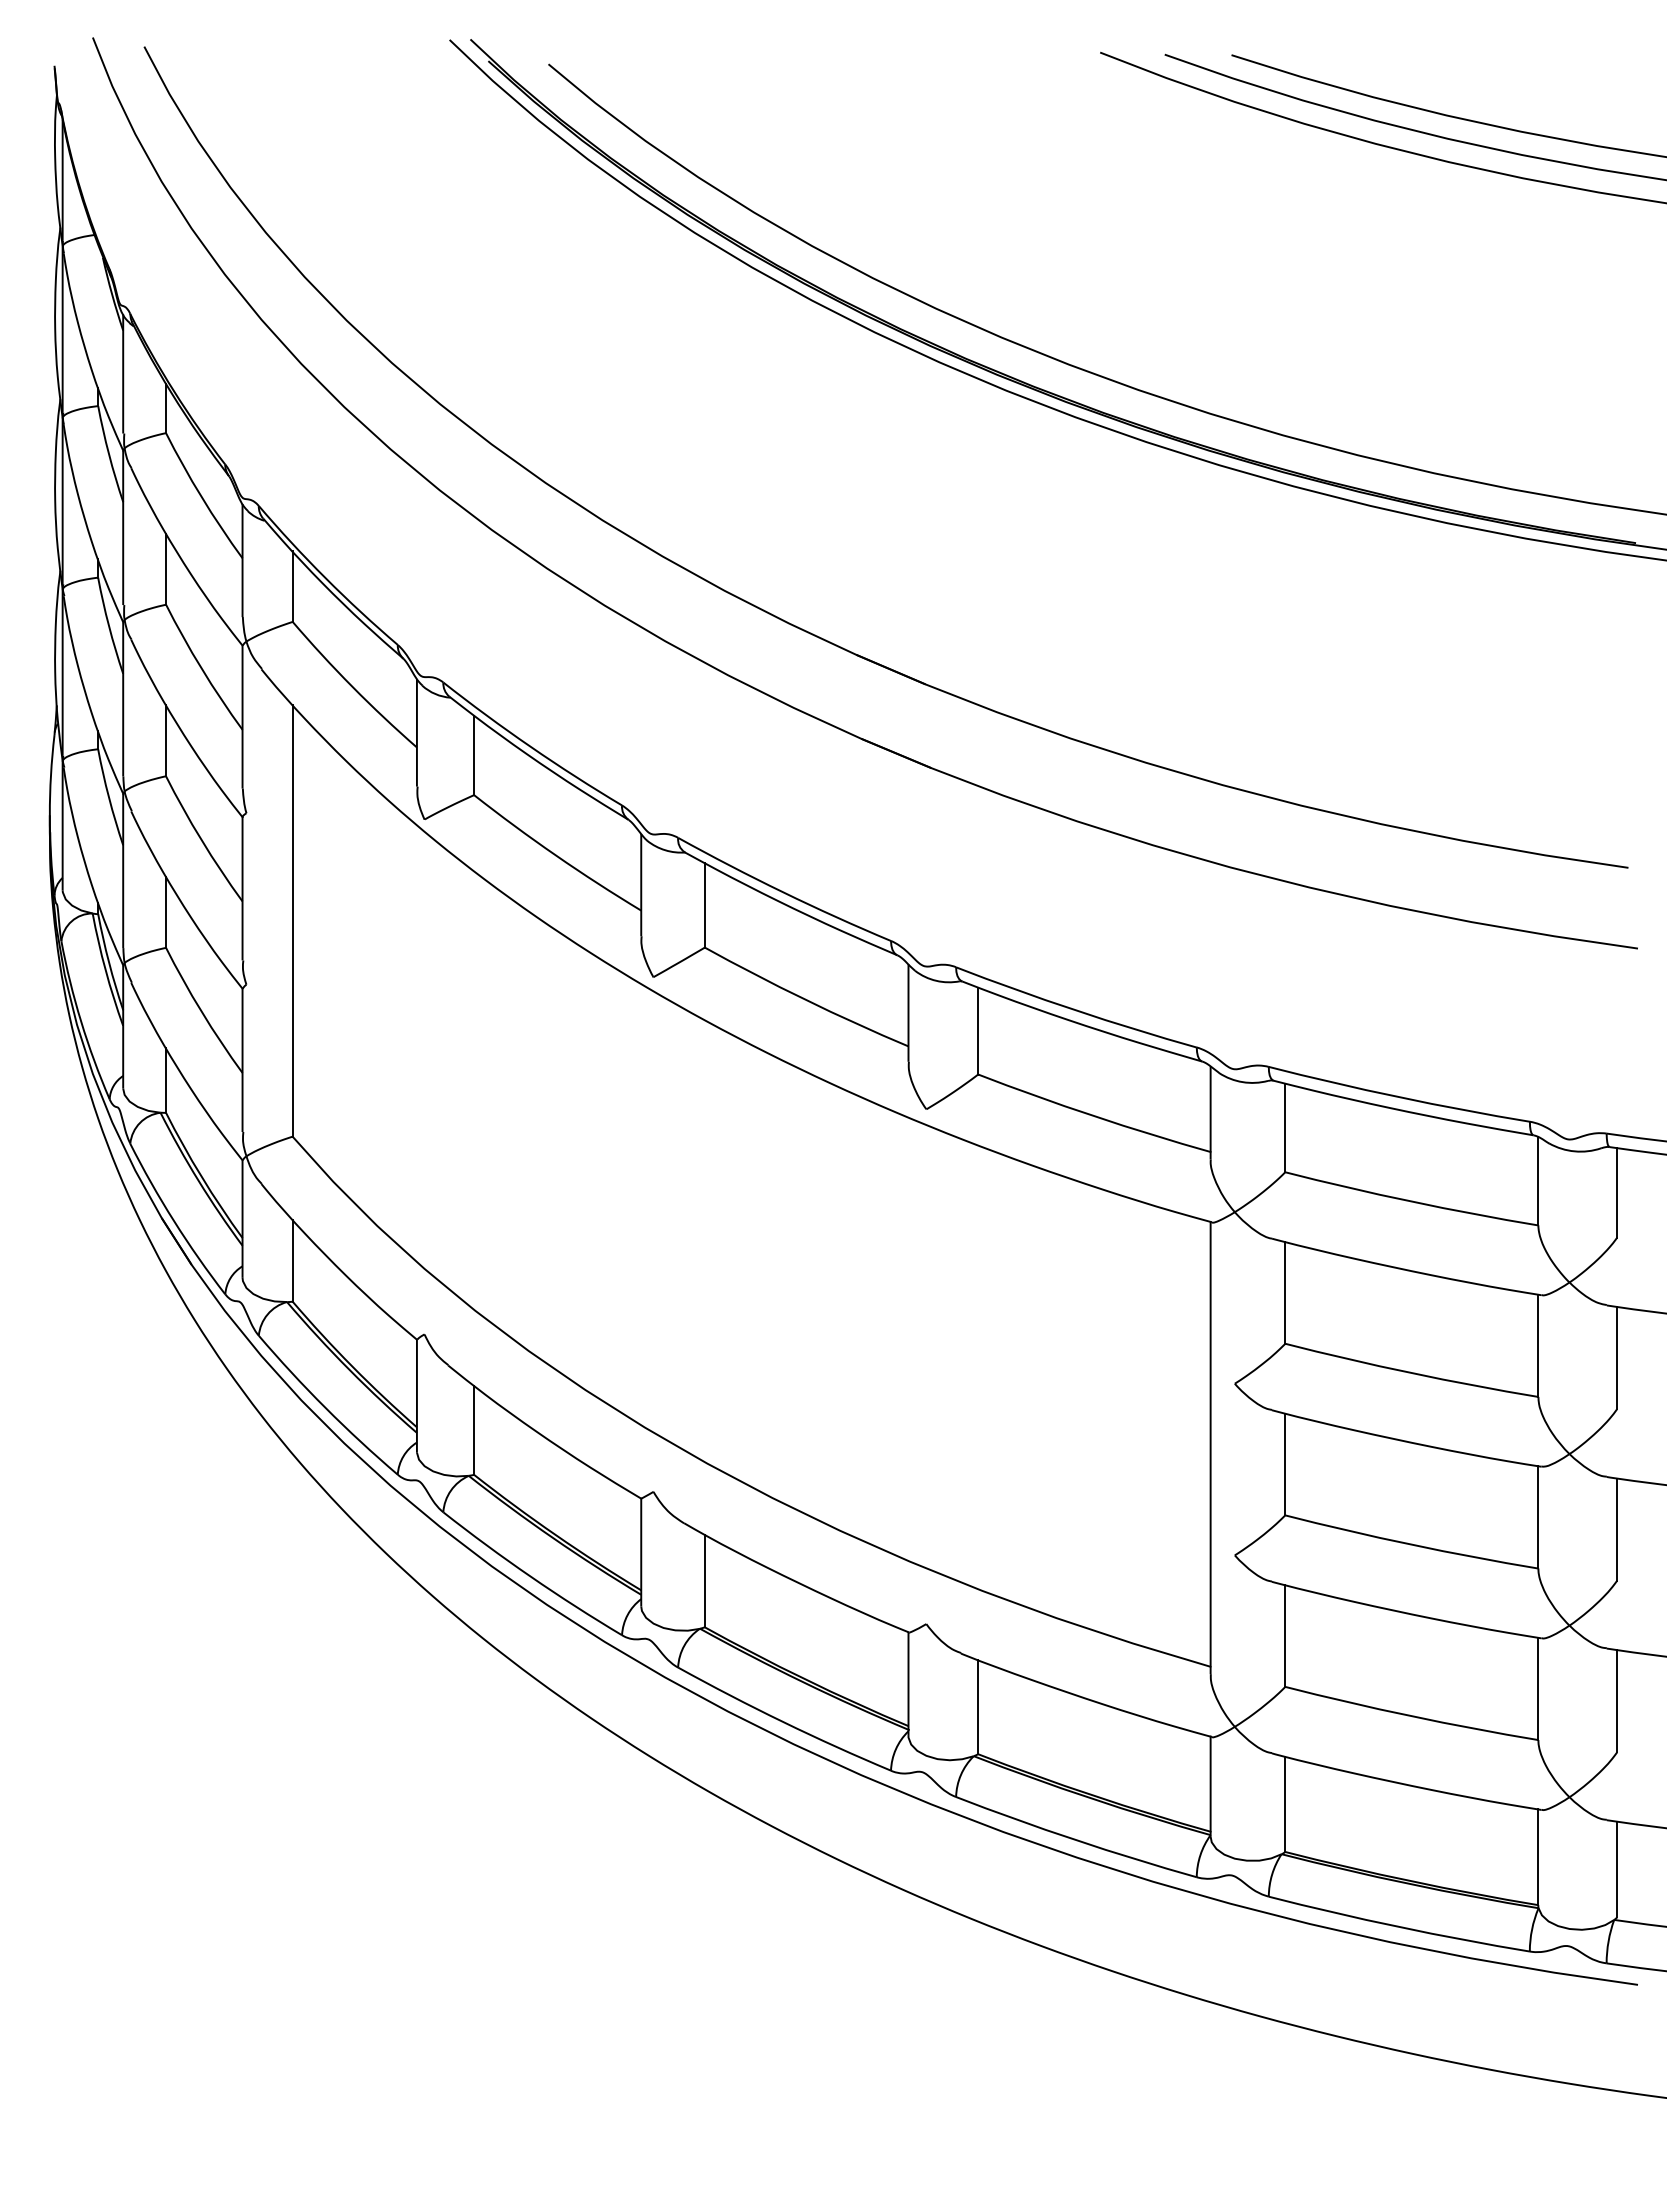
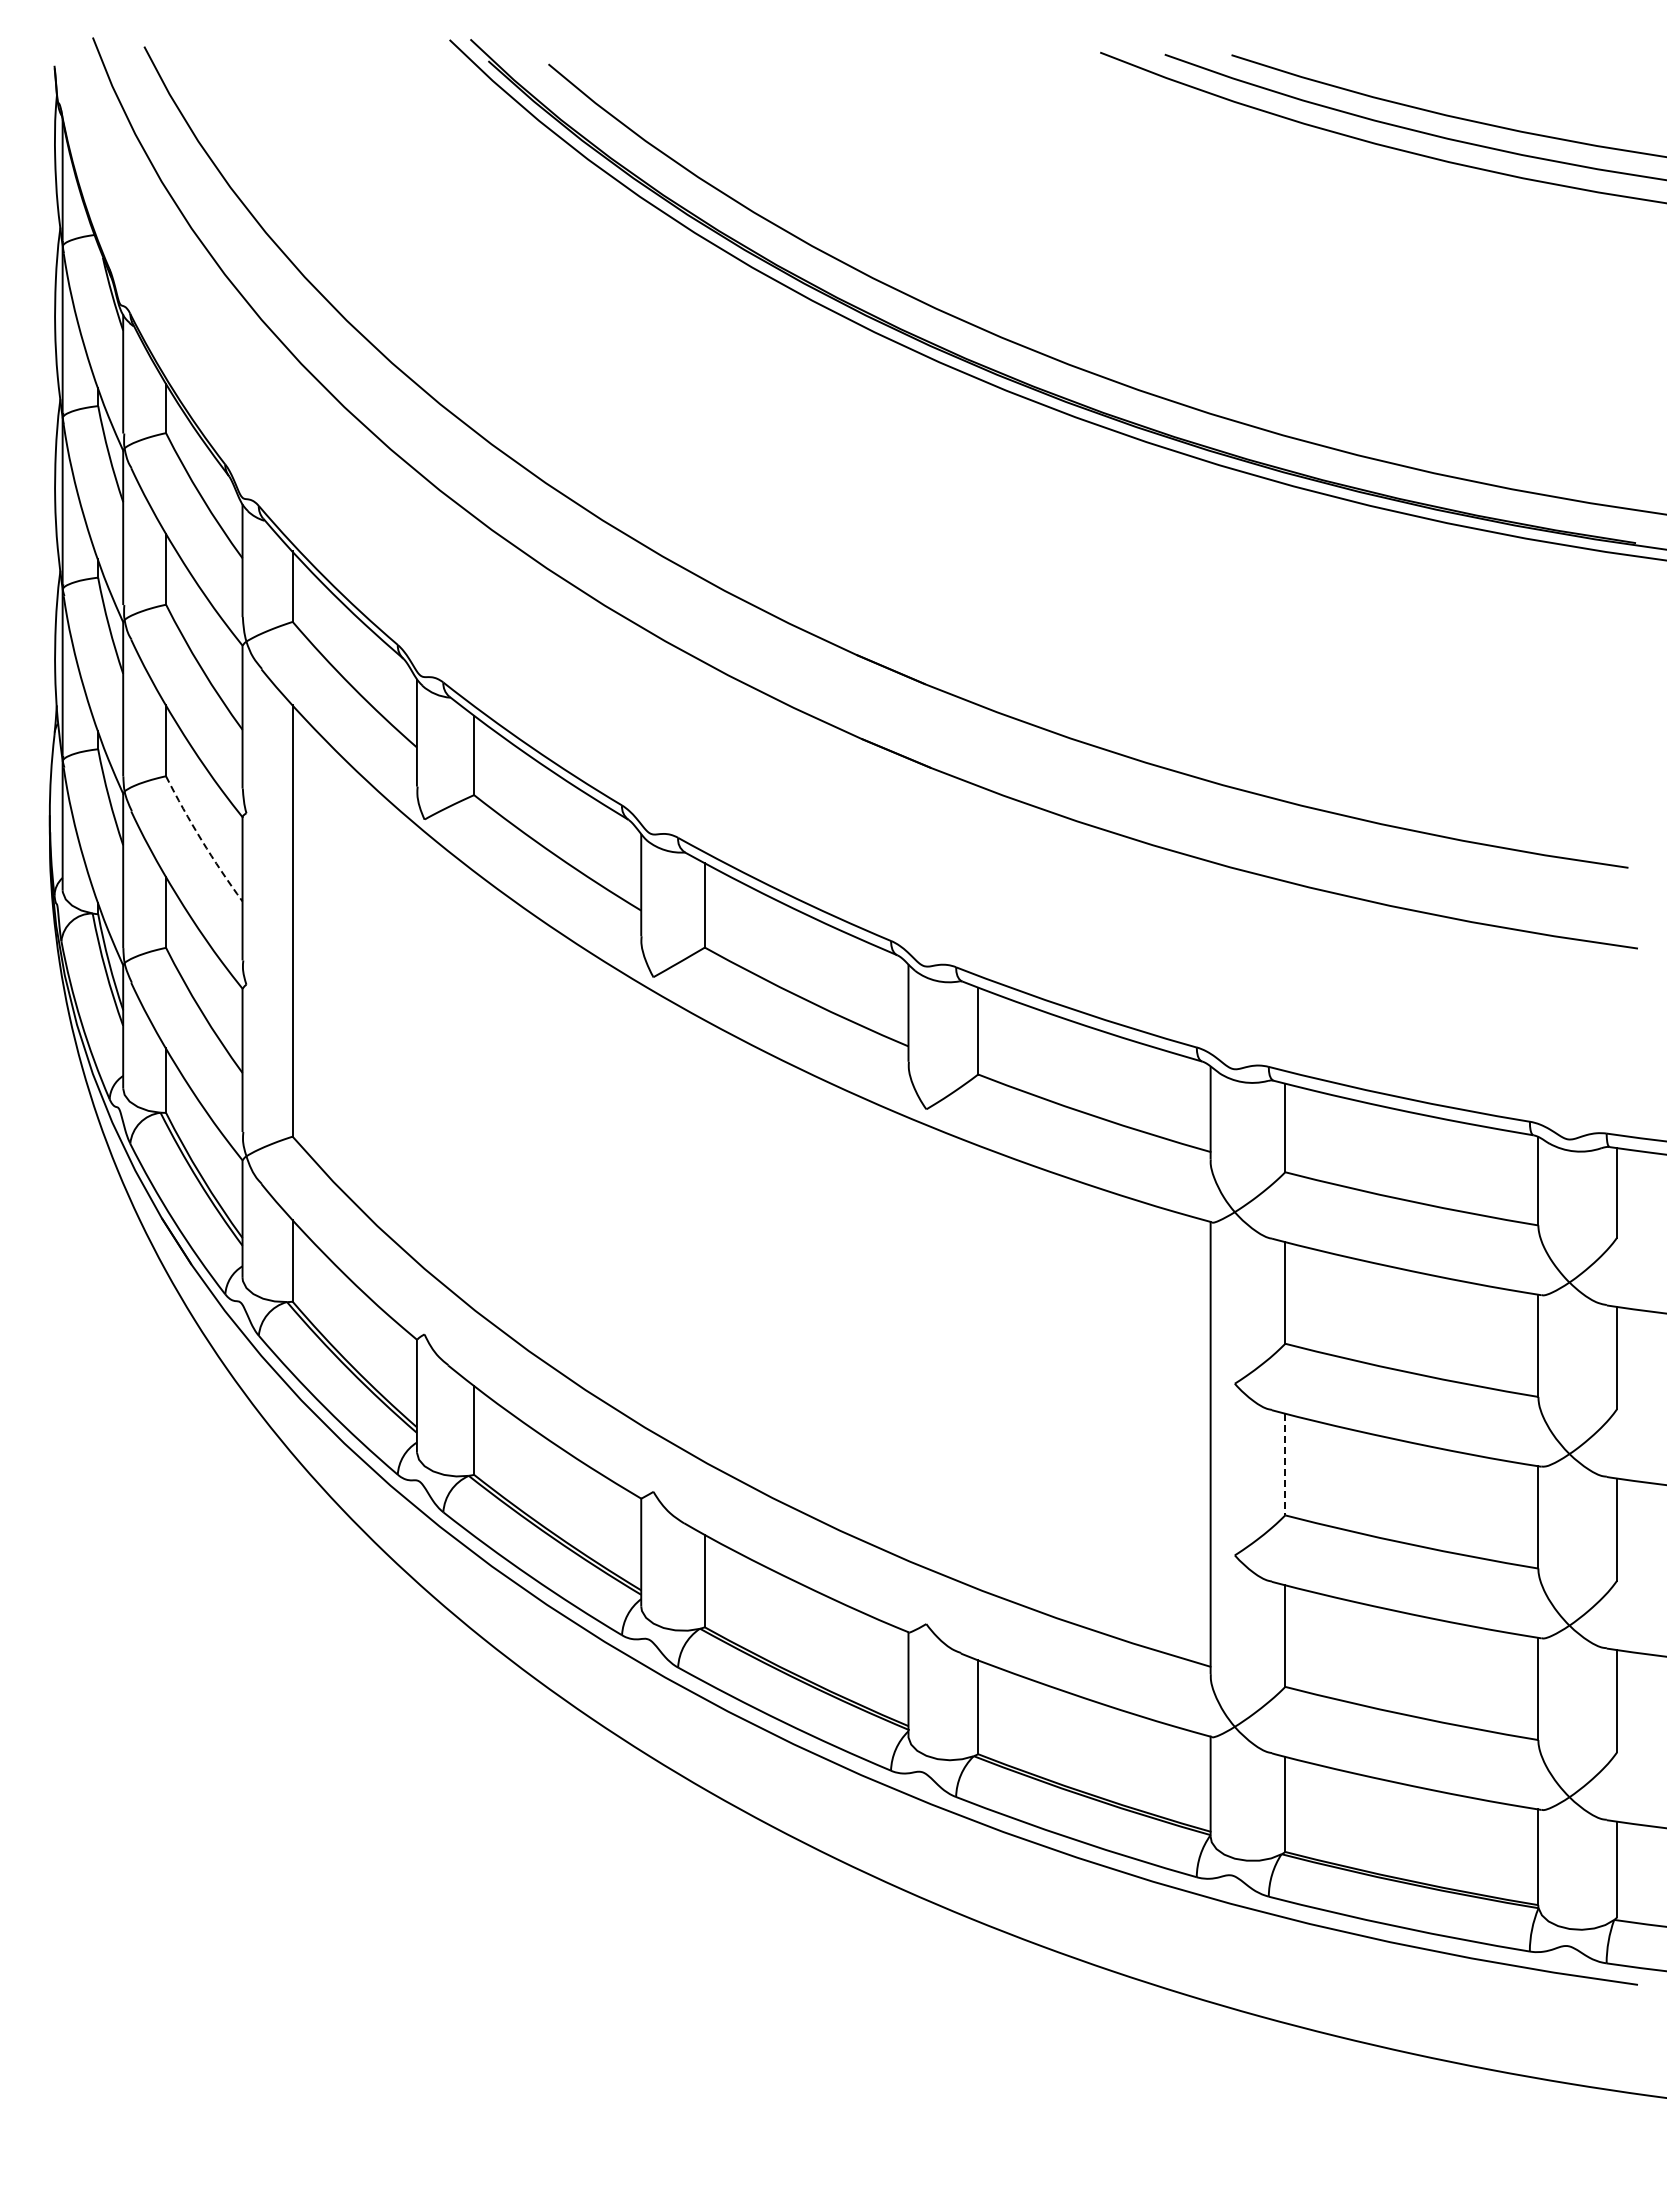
arc at (201, 840): solid -> dashed
line at (1285, 1464): solid -> dashed
